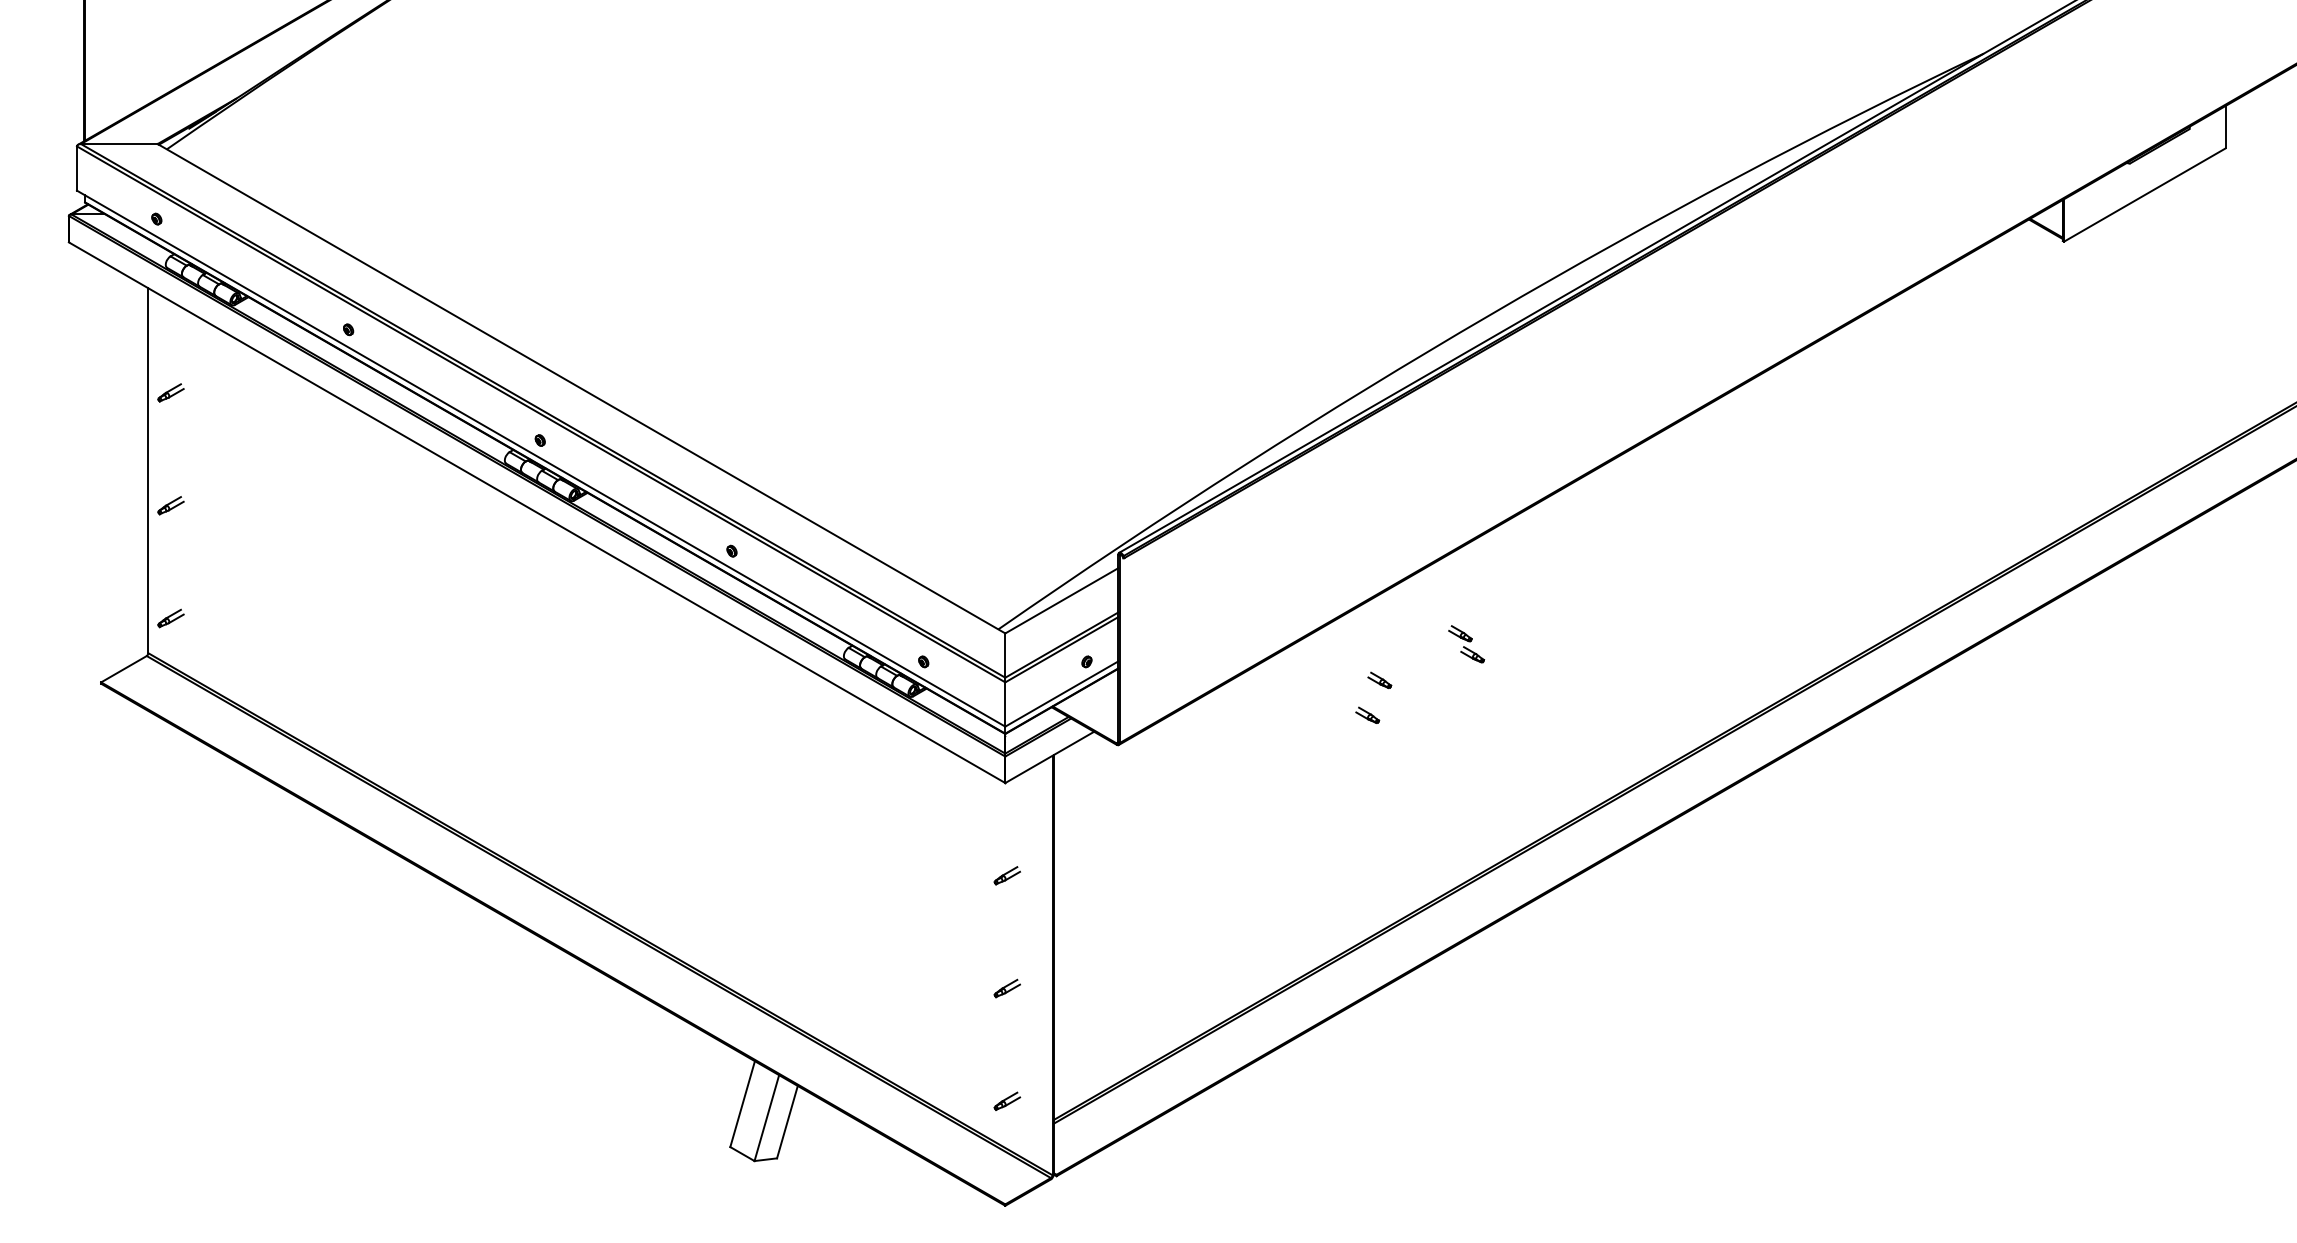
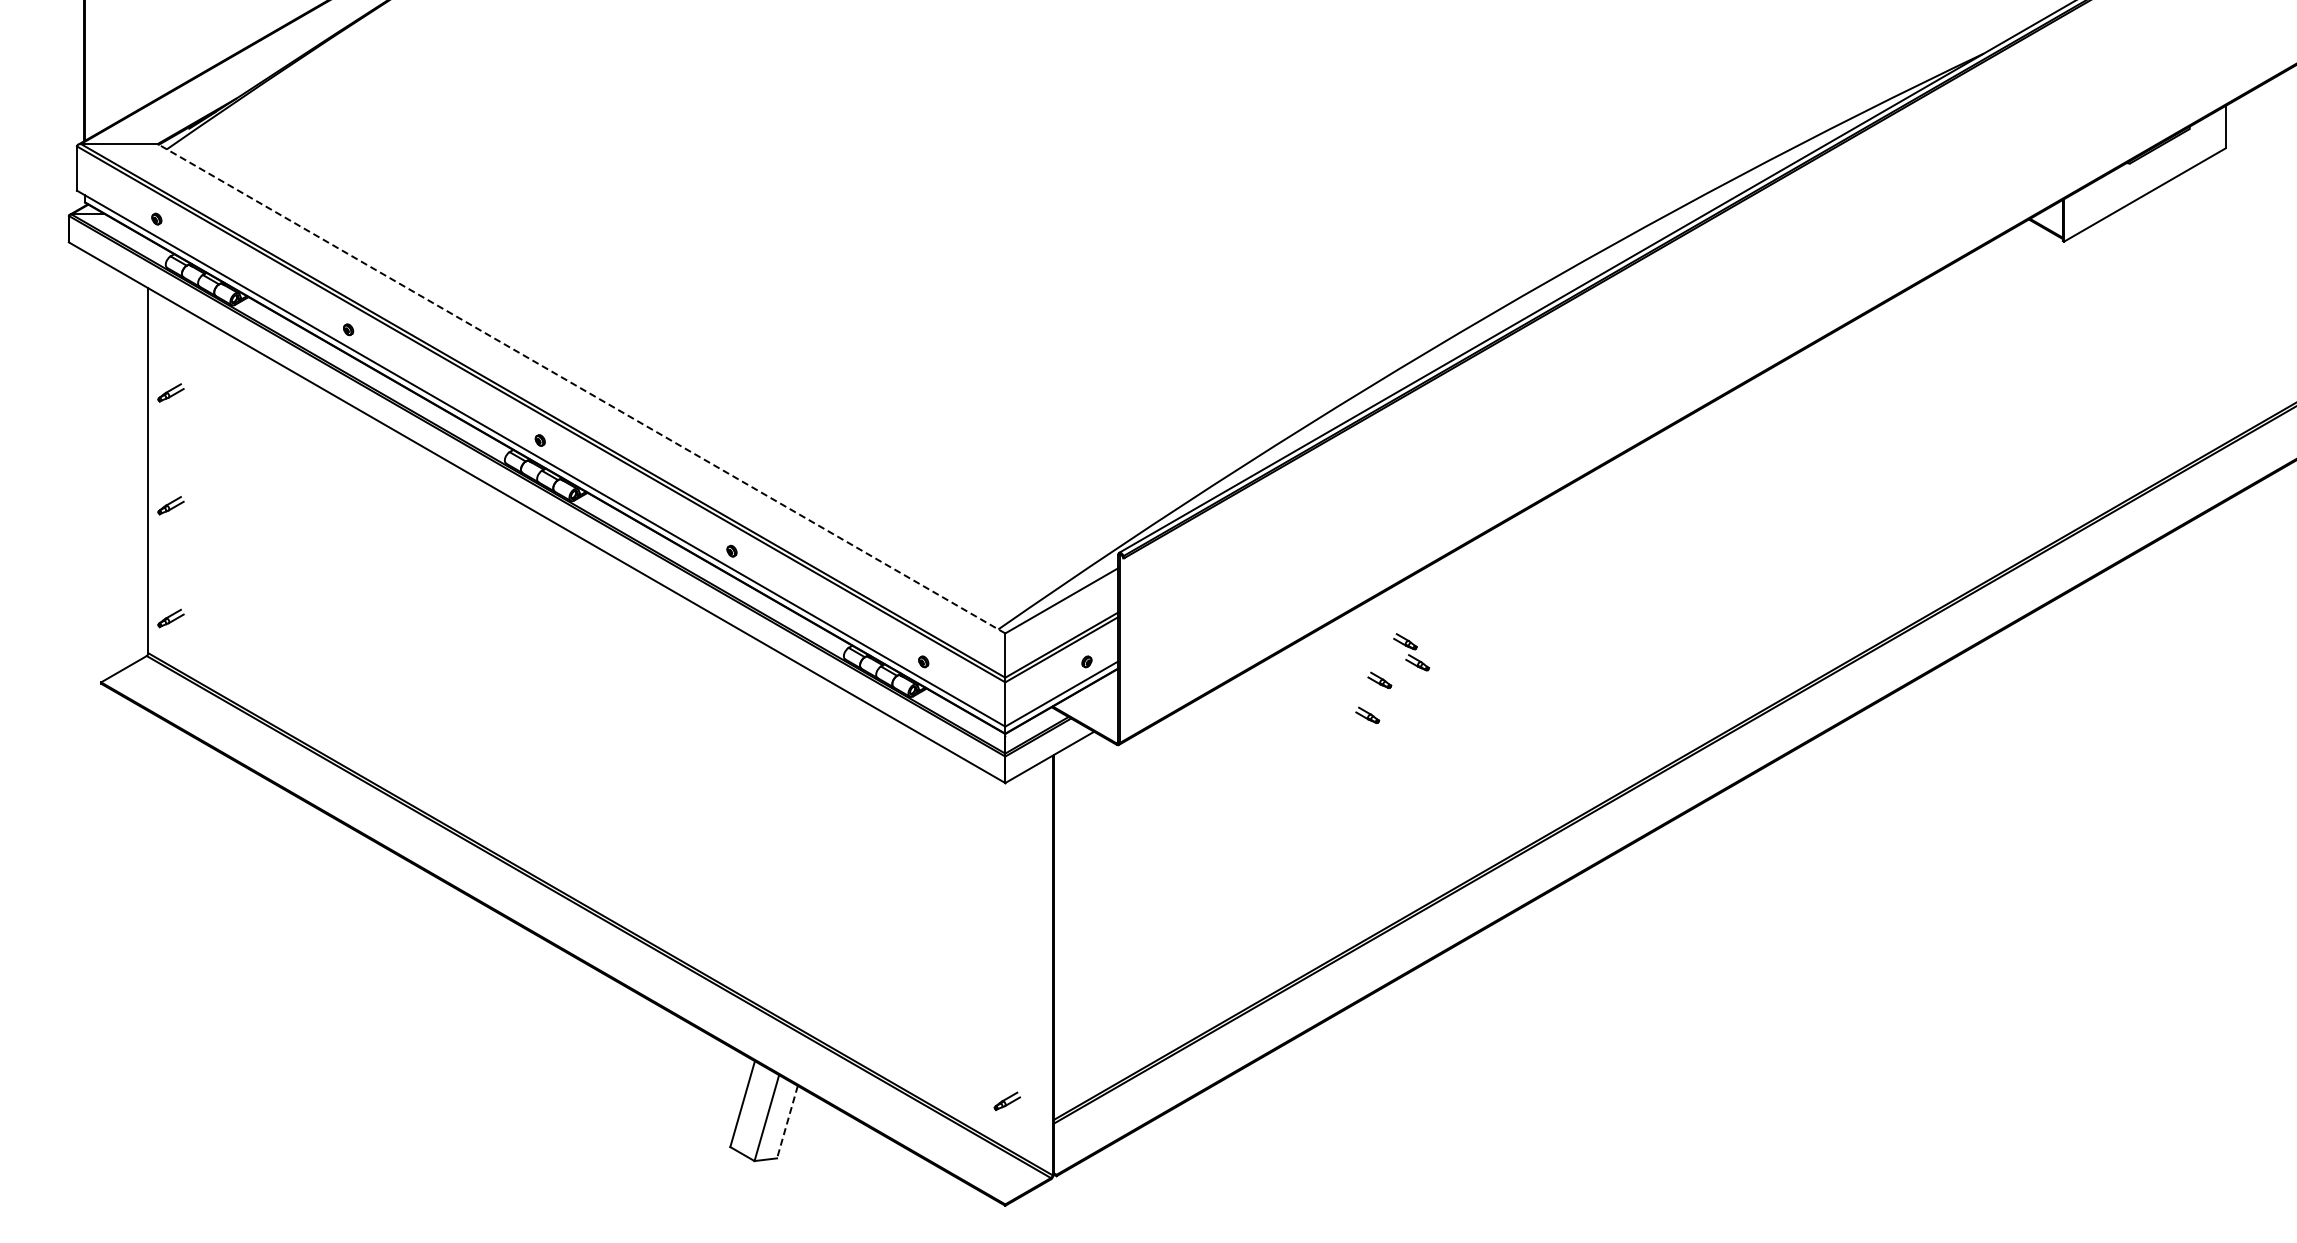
line at (581, 388): solid -> dashed
part at (1466, 644) position: (1466, 644) -> (1411, 652)
part at (1006, 875): present -> none
part at (1006, 988): present -> none
line at (787, 1122): solid -> dashed
